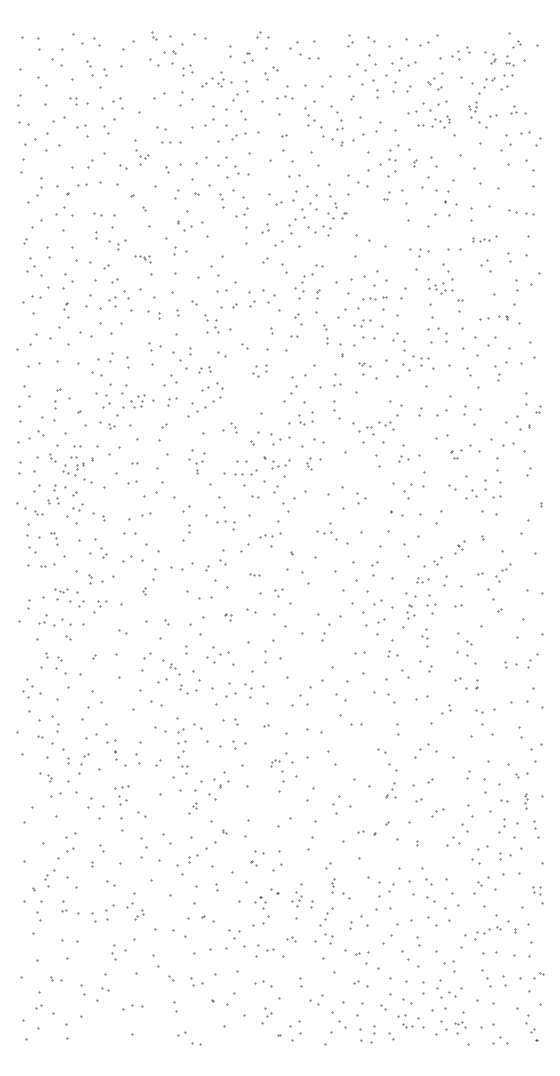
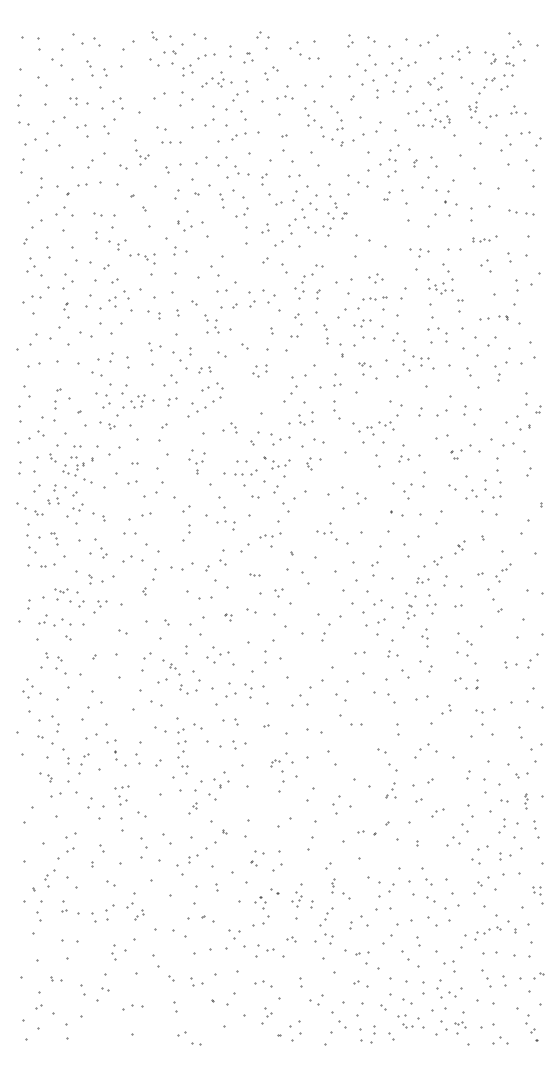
part at (206, 56): none -> present
part at (264, 179): none -> present
part at (142, 259) size: 18x9 px -> 27x12 px
part at (375, 278) size: 25x17 px -> 16x11 px
